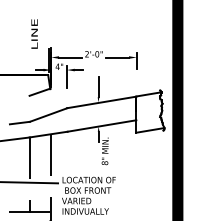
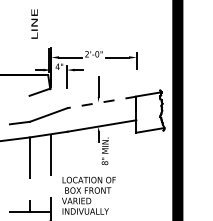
text at (34, 33) position: (34, 33) -> (34, 23)
line at (101, 102): solid -> dashed
line at (30, 182): present -> none
